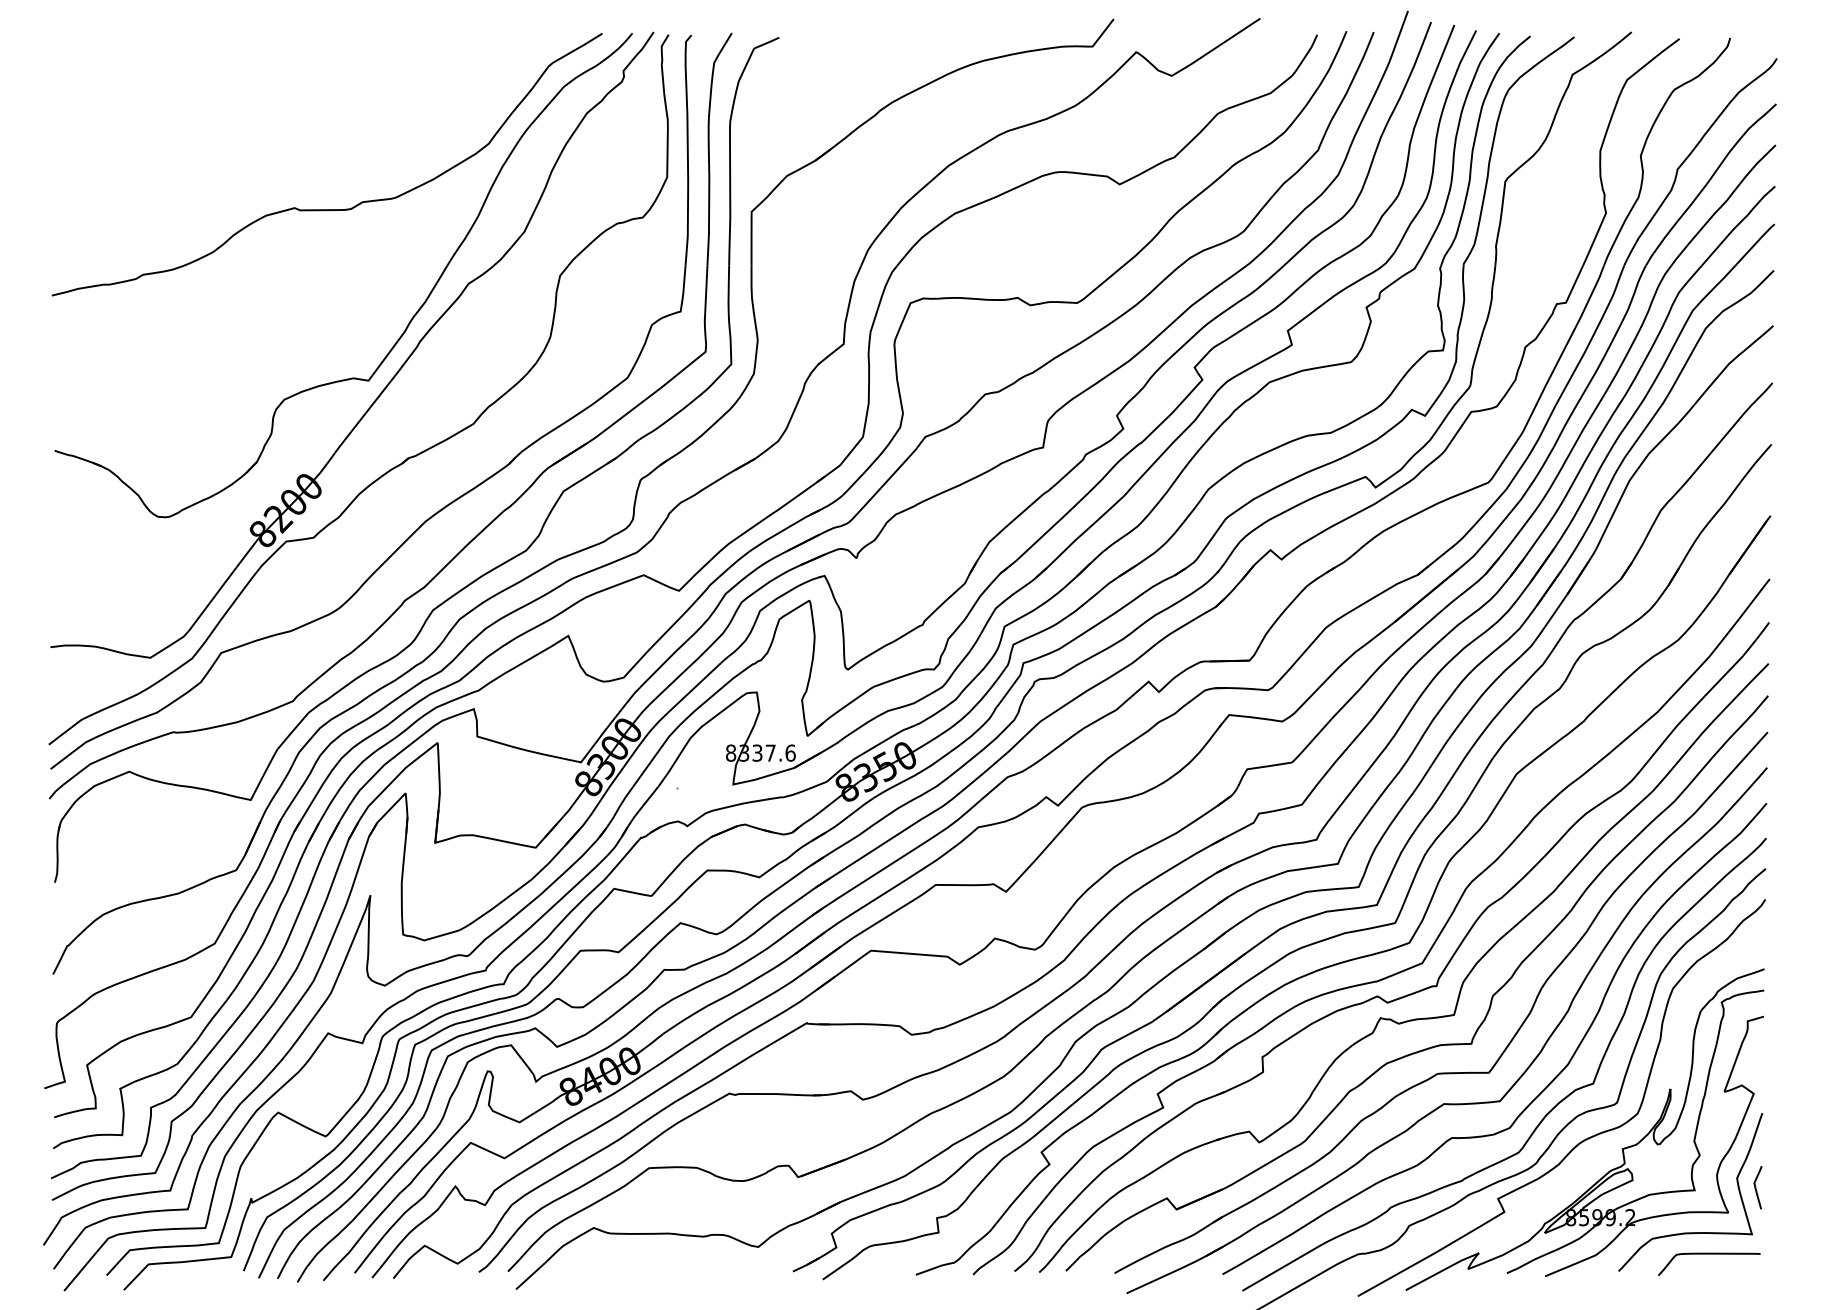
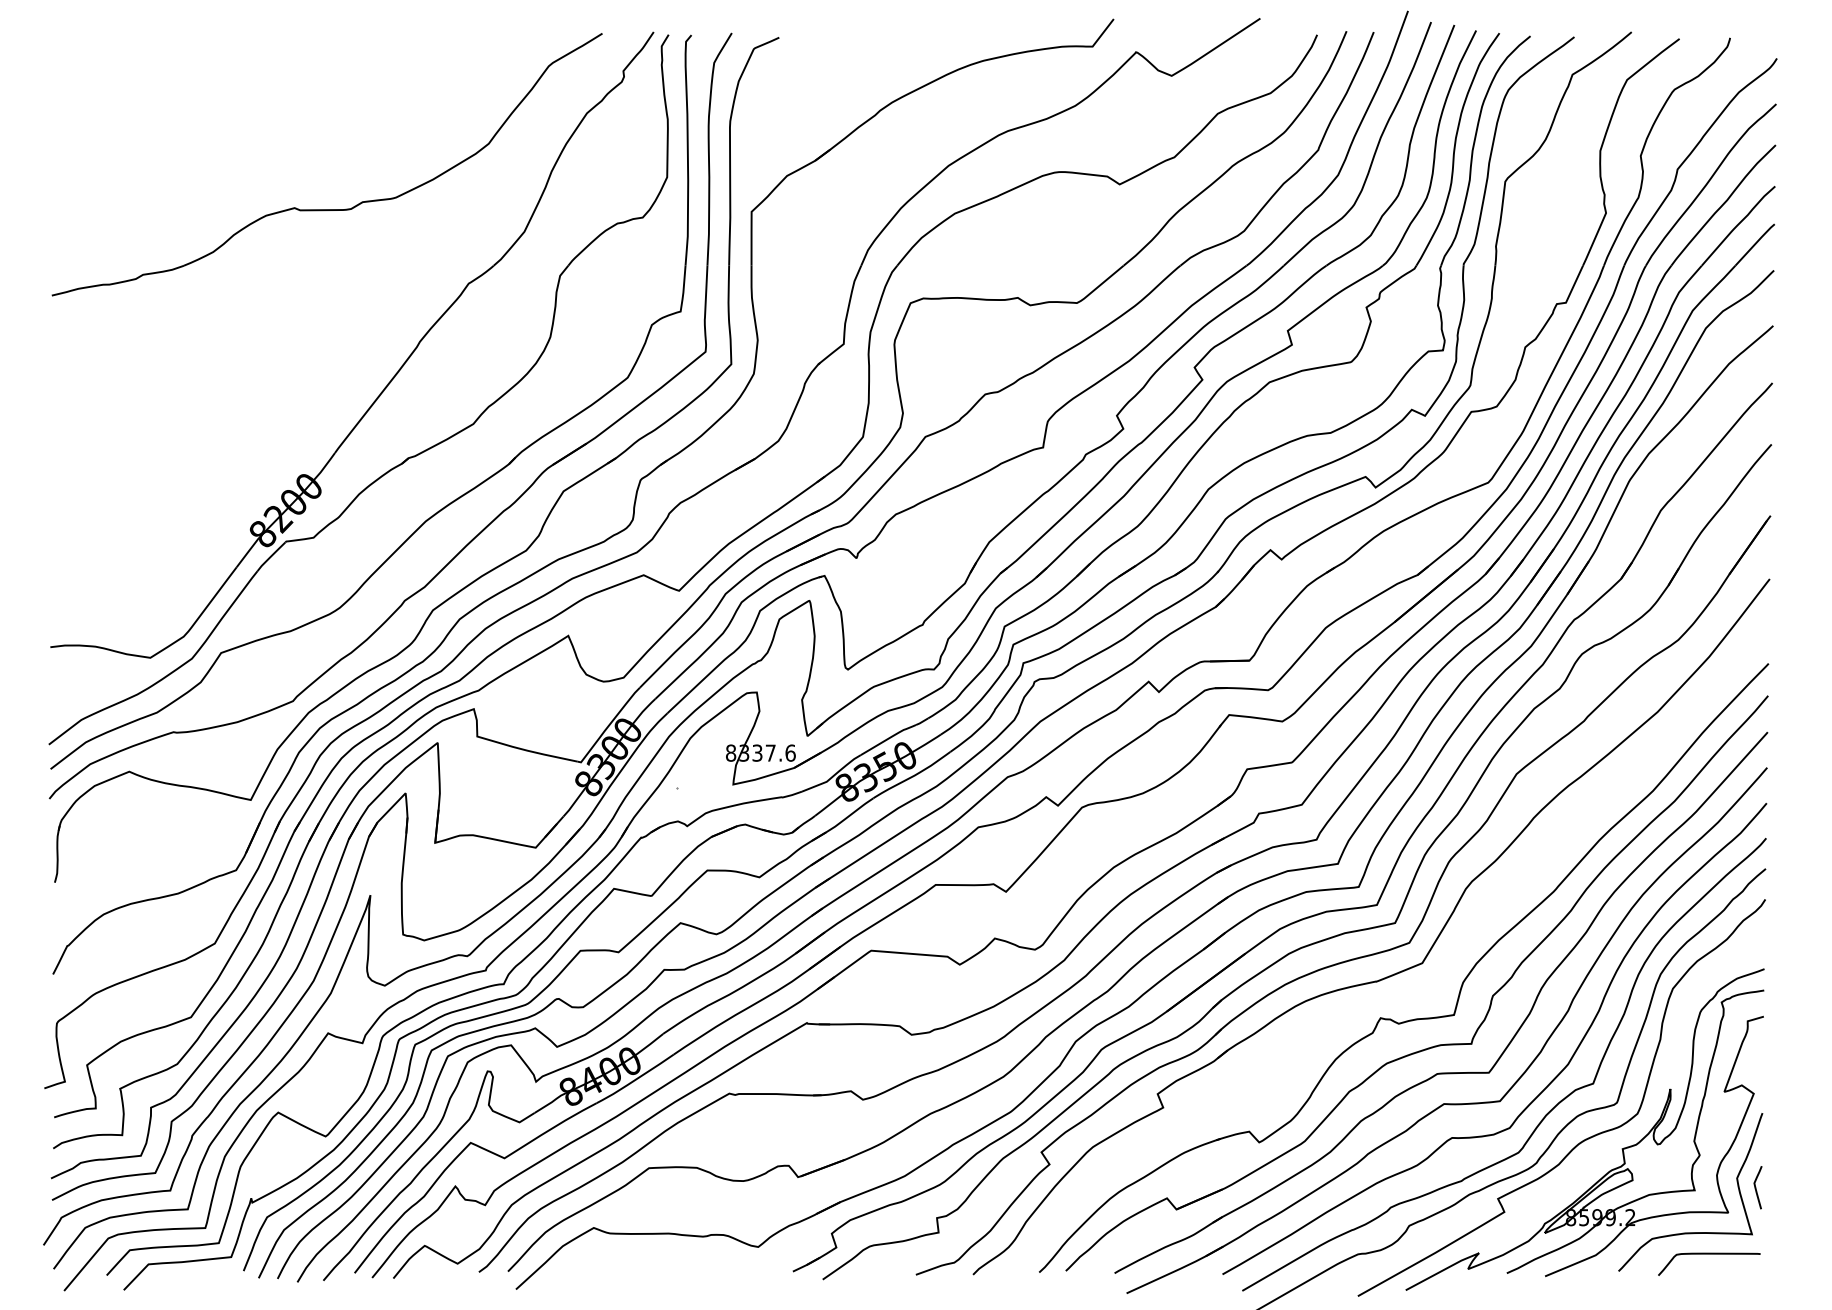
part at (410, 319): present -> none
part at (1409, 993): present -> none
